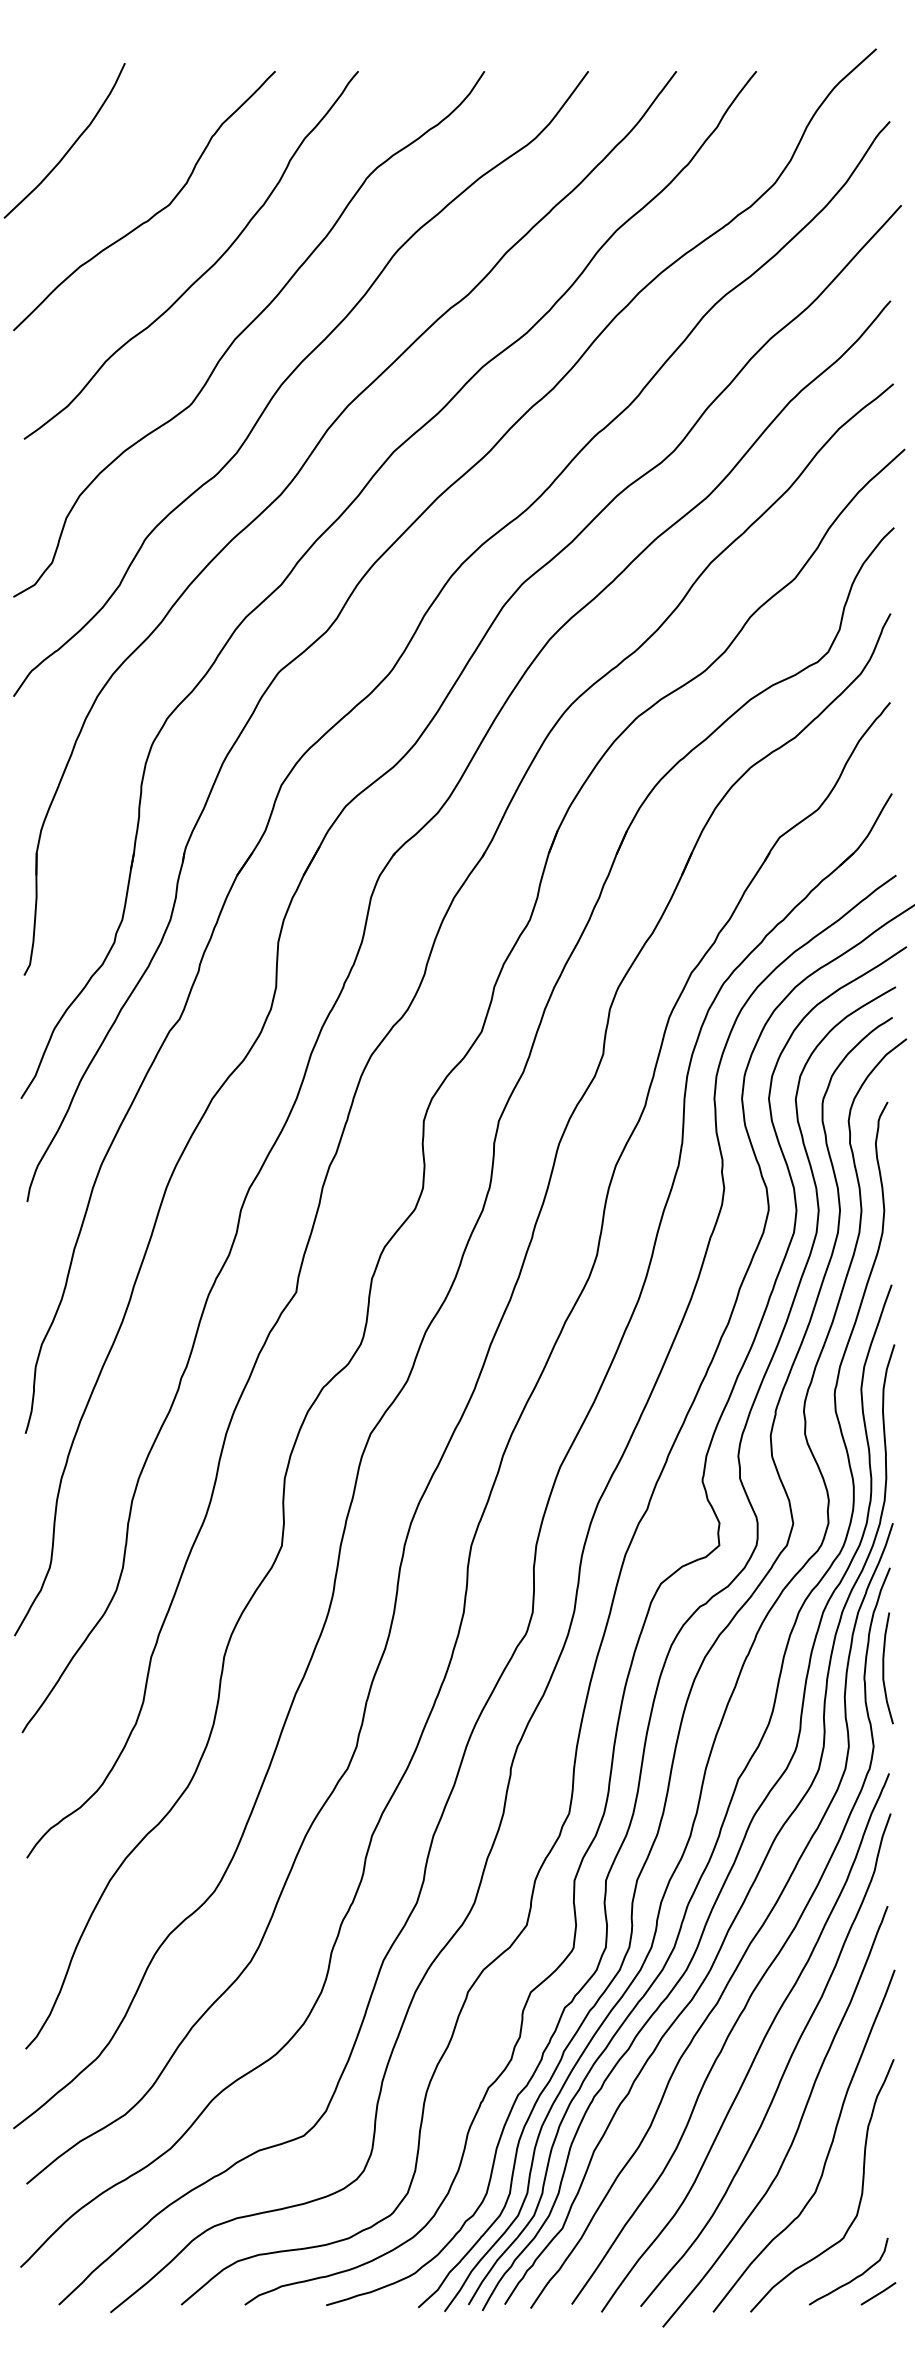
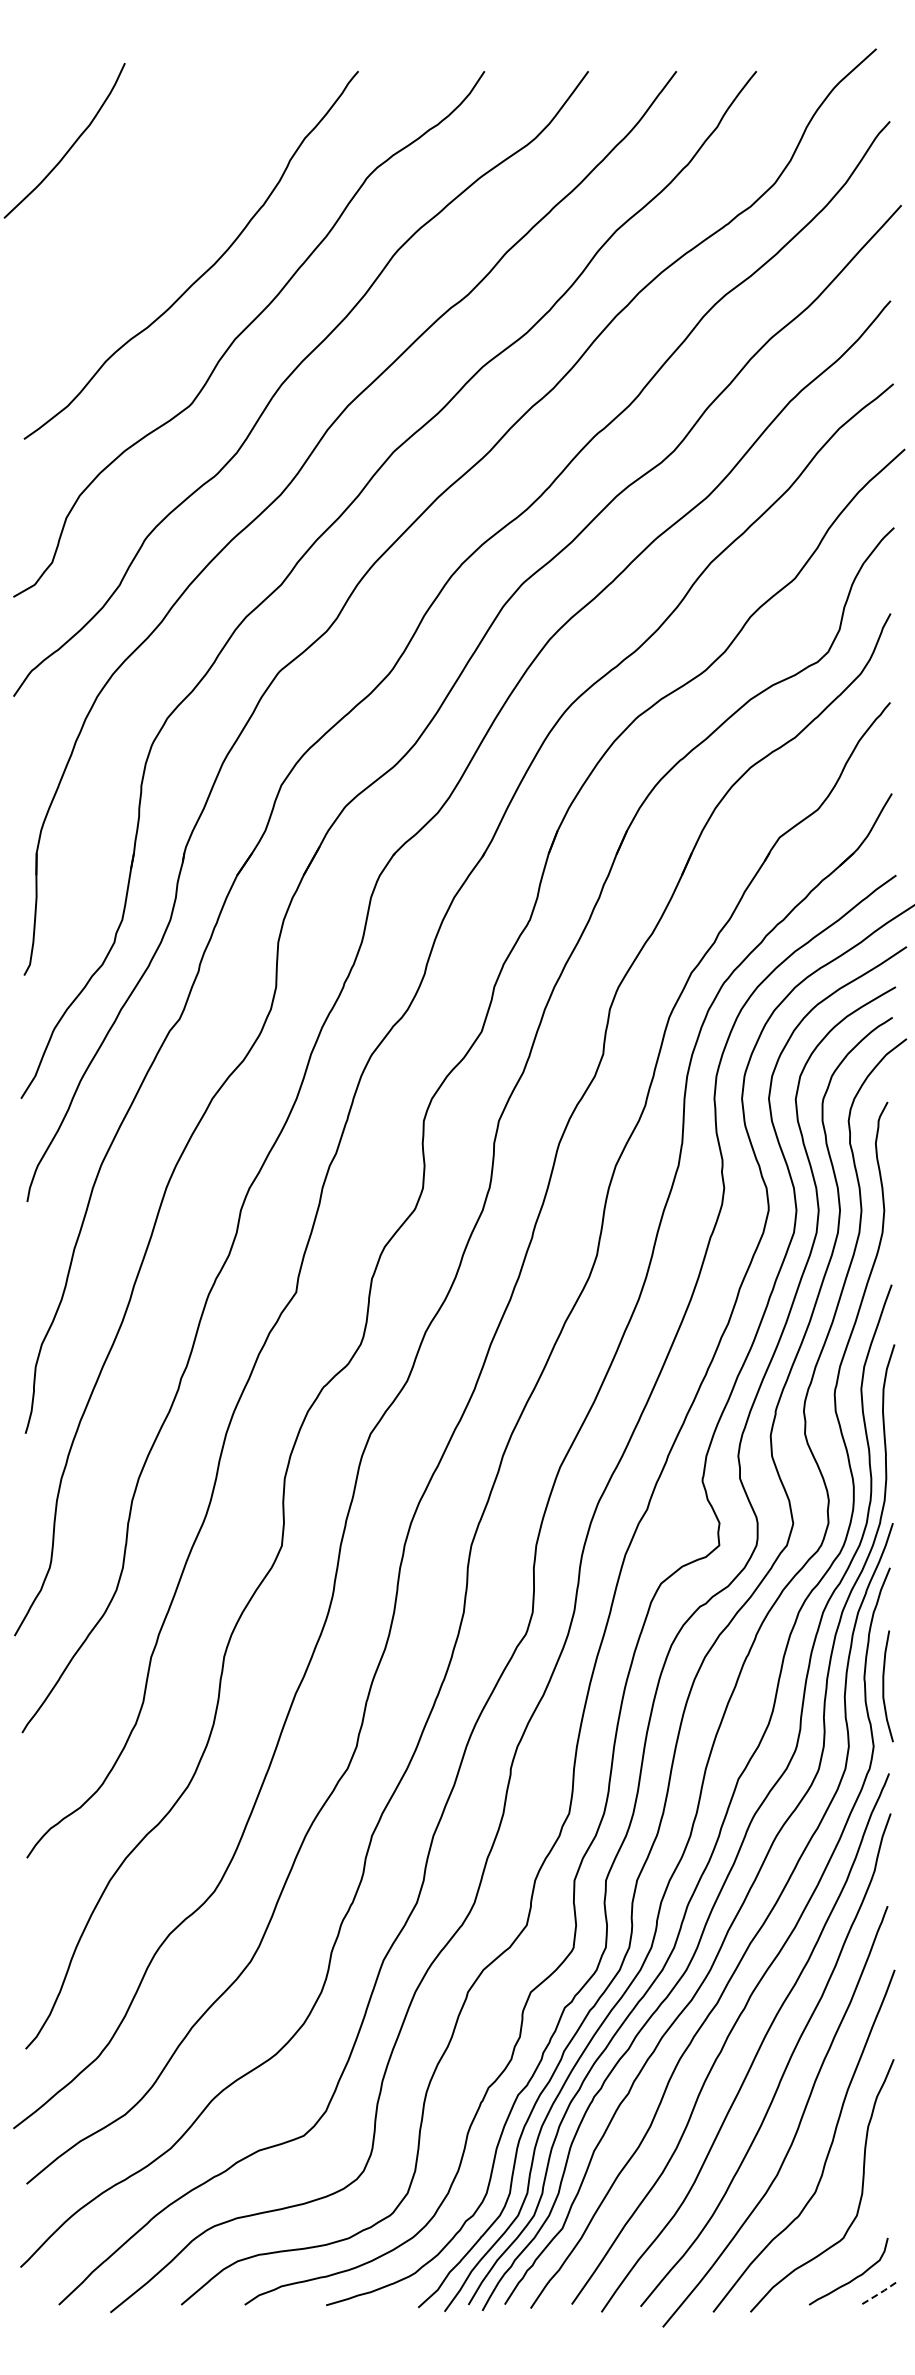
curve at (156, 212): present -> none
curve at (884, 1668) position: (884, 1668) -> (884, 1686)
line at (878, 2294): solid -> dashed
